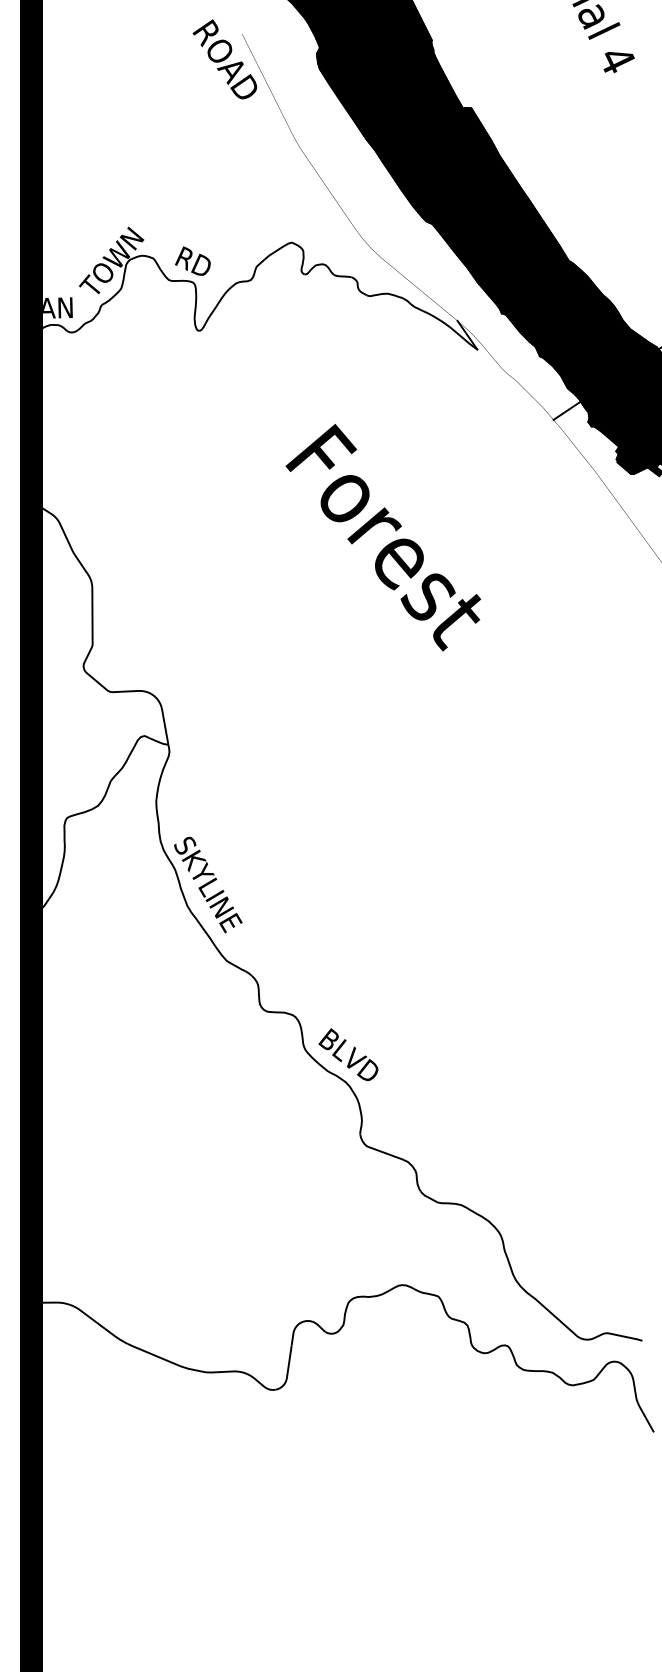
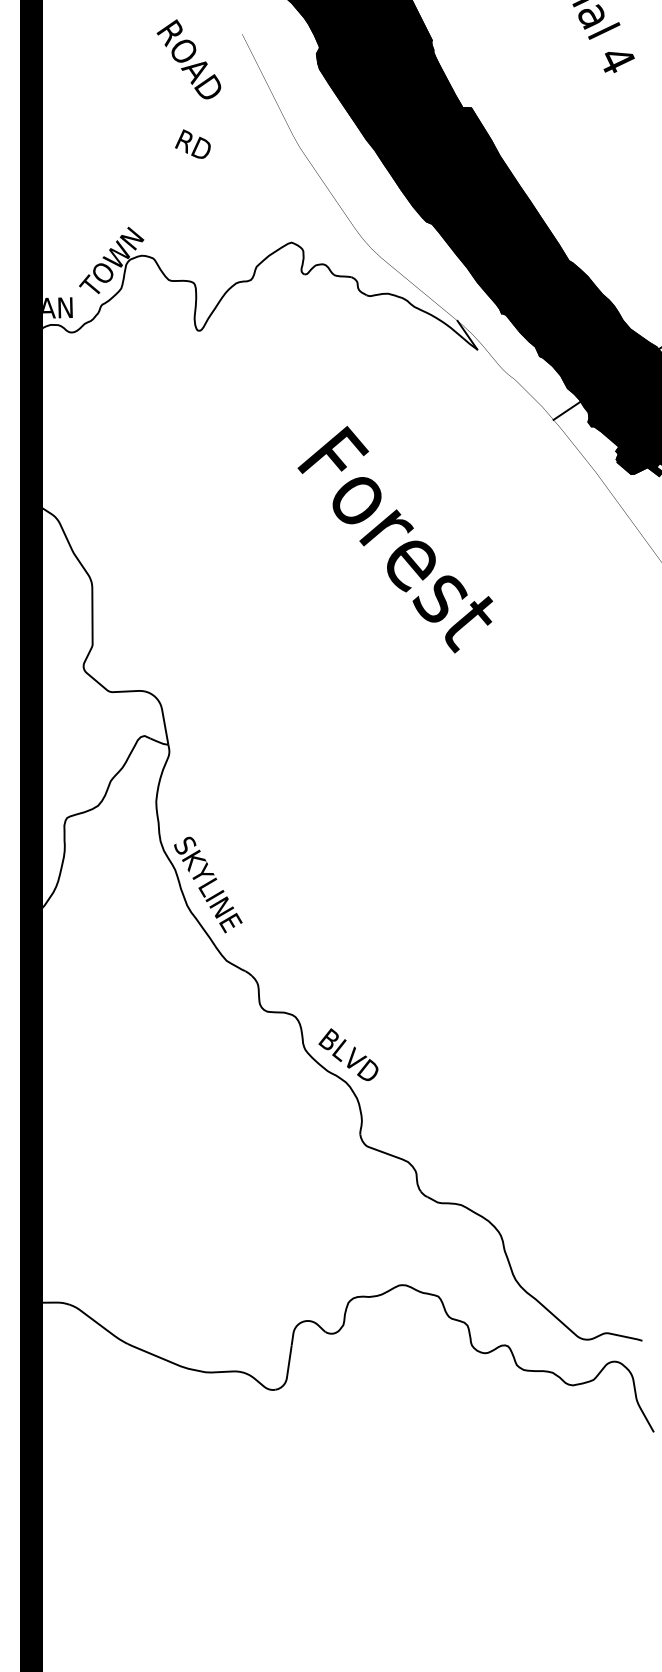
text at (224, 59) position: (224, 59) -> (188, 59)
text at (192, 260) position: (192, 260) -> (192, 143)
text at (383, 537) position: (383, 537) -> (395, 539)
